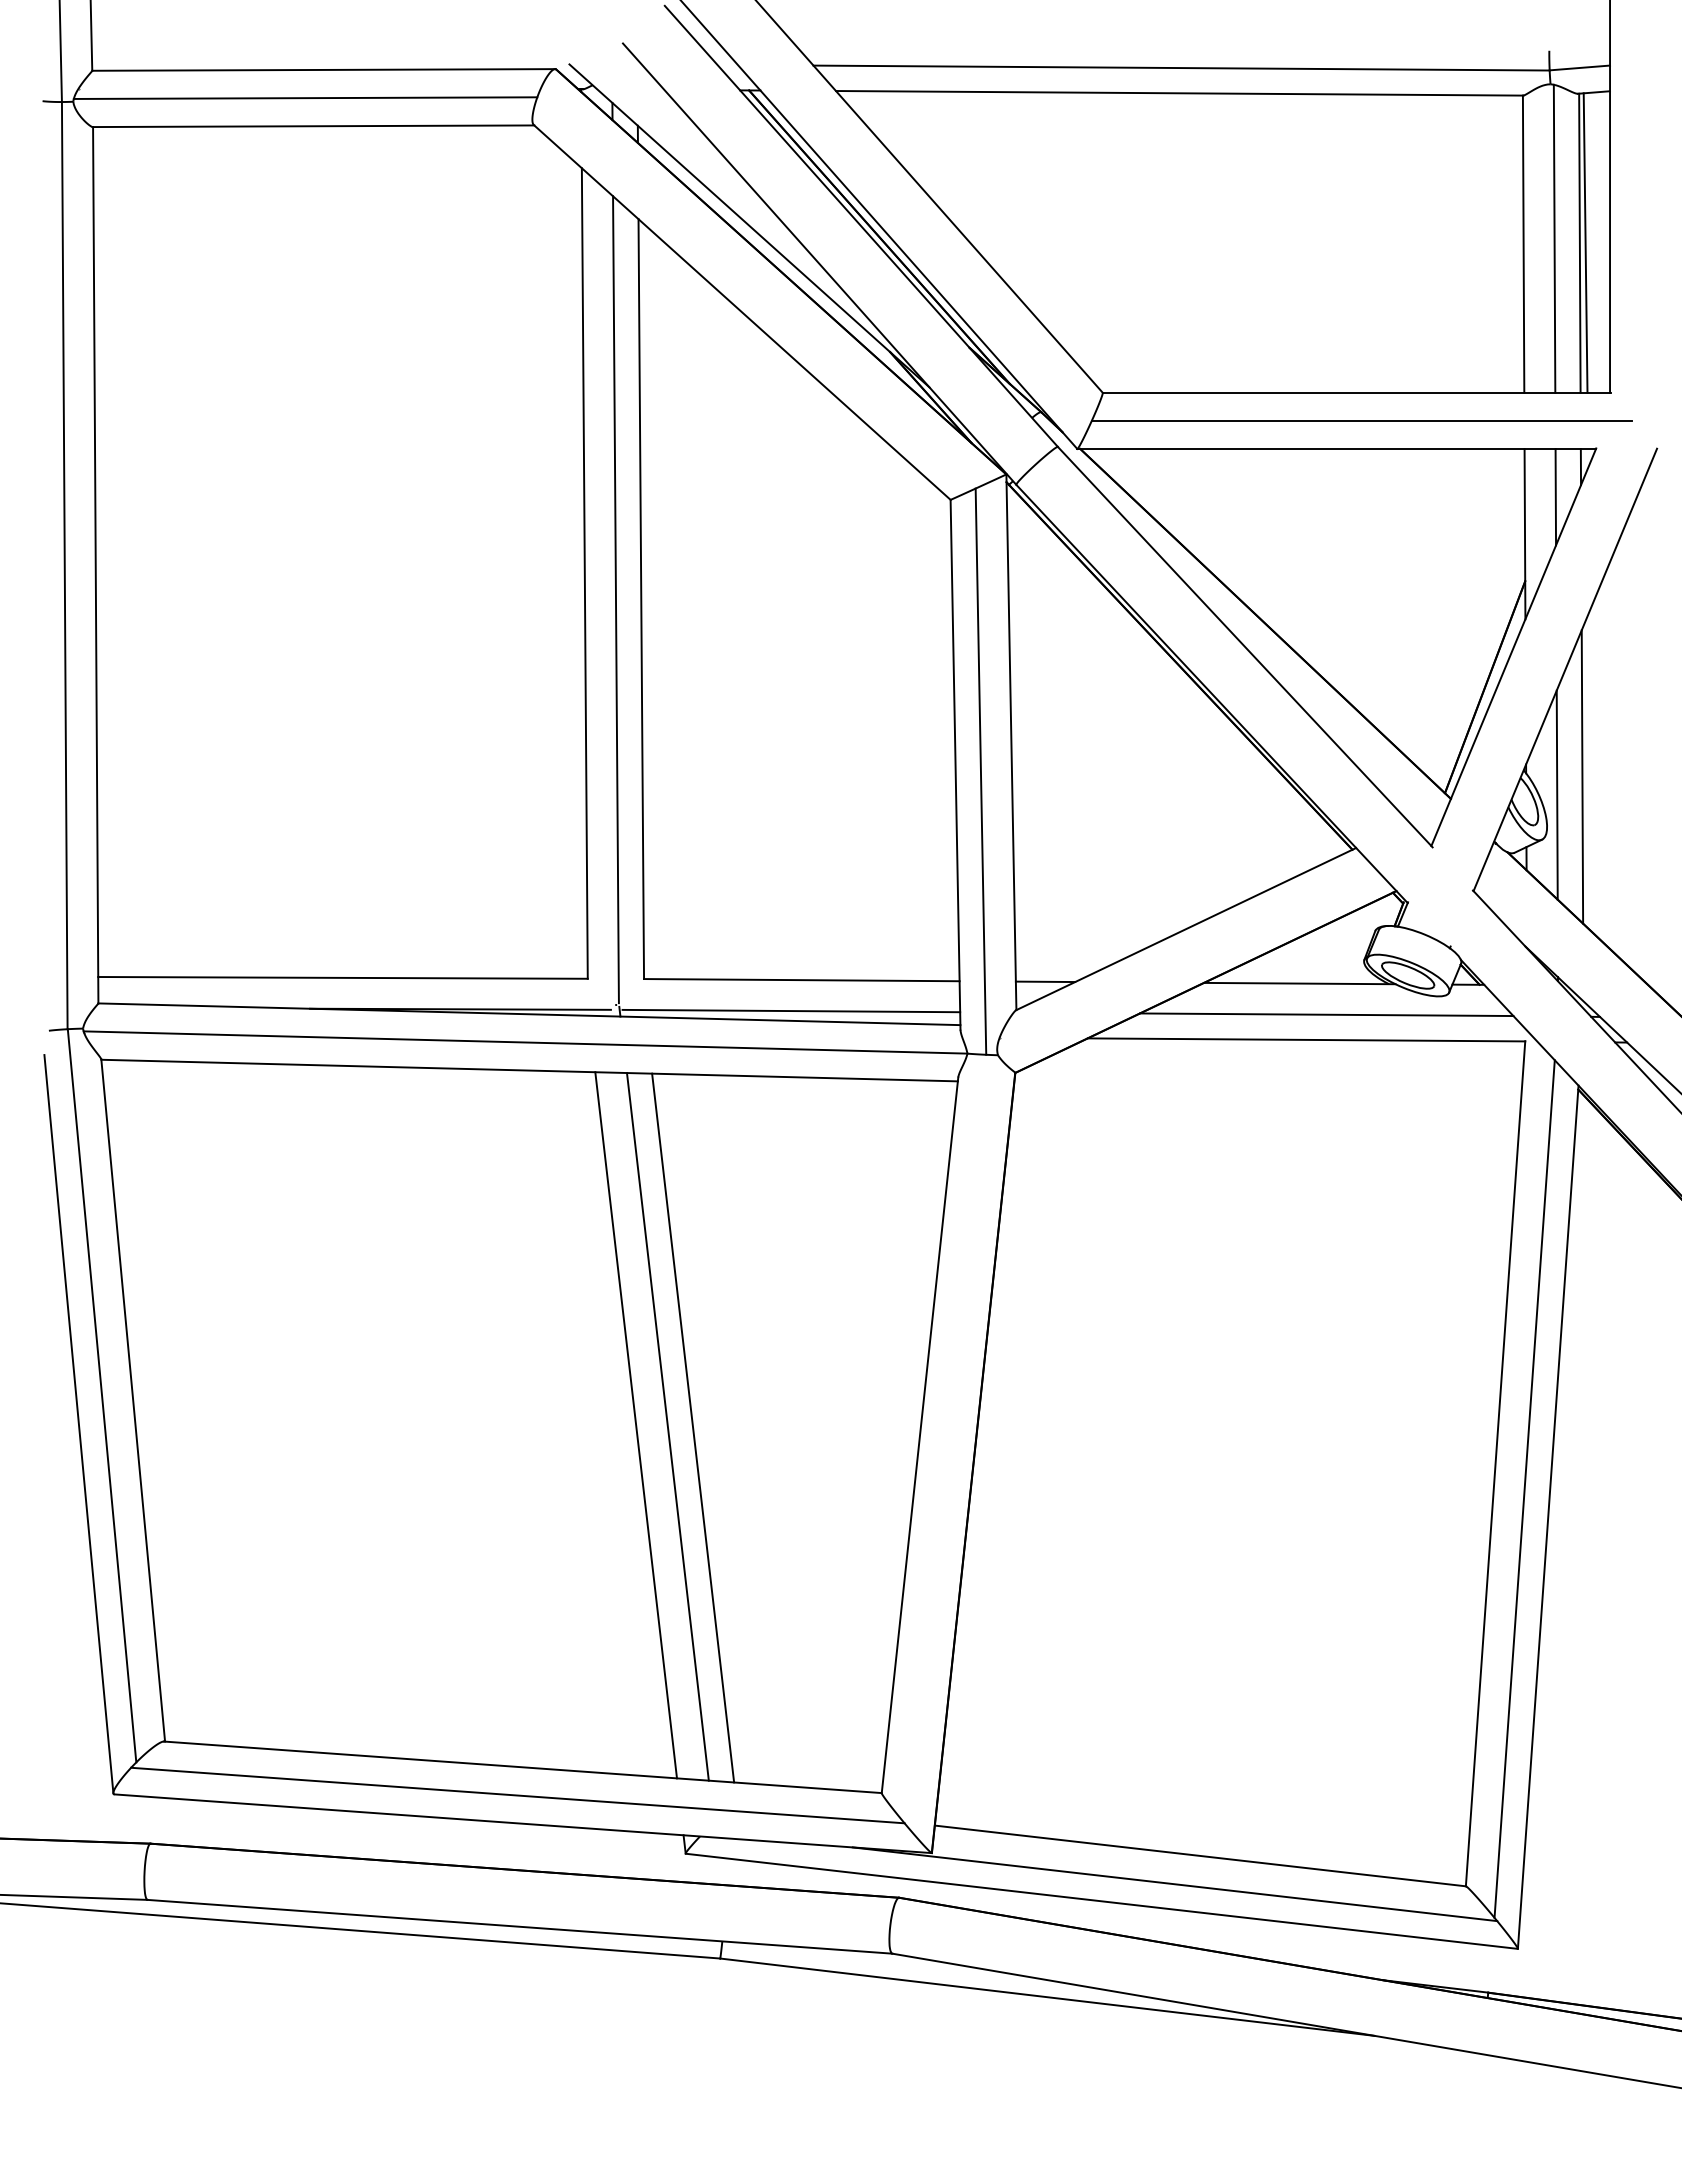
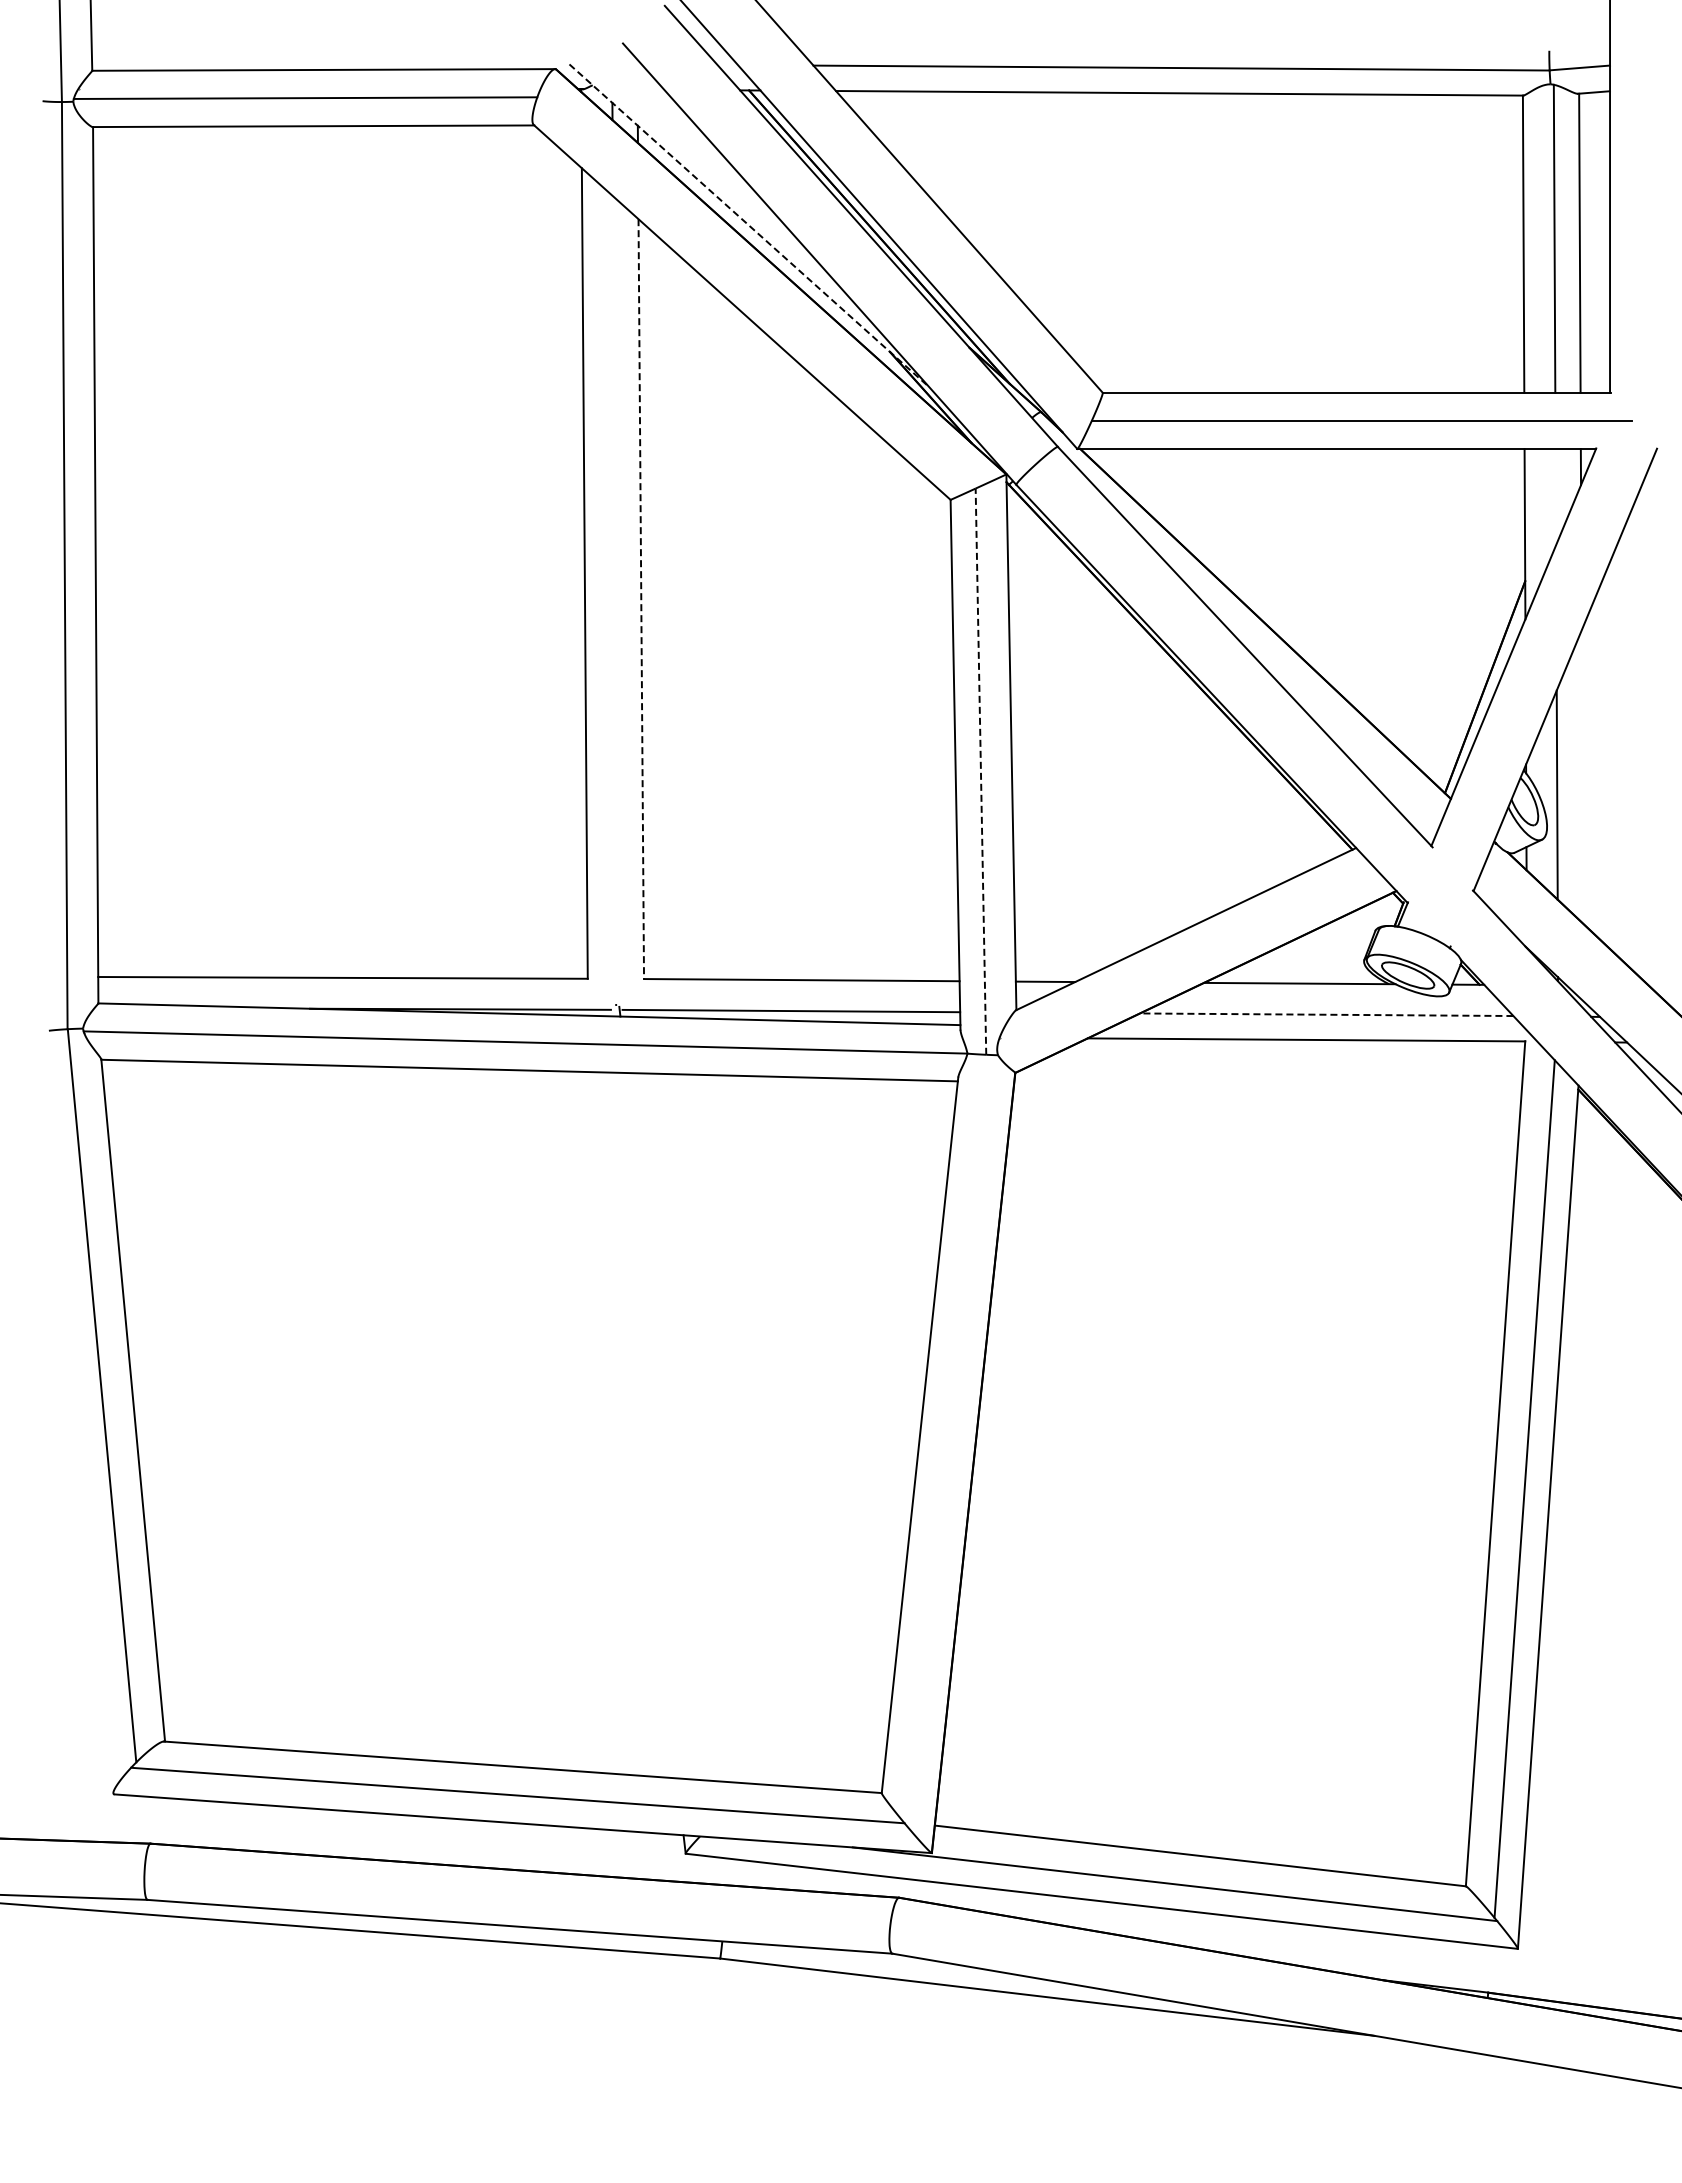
line at (749, 225): solid -> dashed
line at (1585, 242): present -> none
line at (1555, 497): present -> none
line at (615, 599): present -> none
line at (641, 599): solid -> dashed
line at (980, 771): solid -> dashed
line at (1582, 776): present -> none
line at (1326, 1014): solid -> dashed
line at (78, 1424): present -> none
line at (636, 1425): present -> none
line at (667, 1426): present -> none
line at (693, 1427): present -> none
